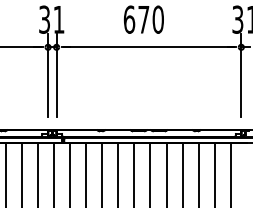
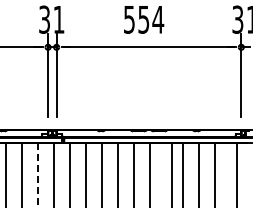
text at (143, 19): 670 -> 554
line at (166, 173) position: (166, 173) -> (171, 173)
line at (231, 173) position: (231, 173) -> (237, 173)
line at (37, 176): solid -> dashed
